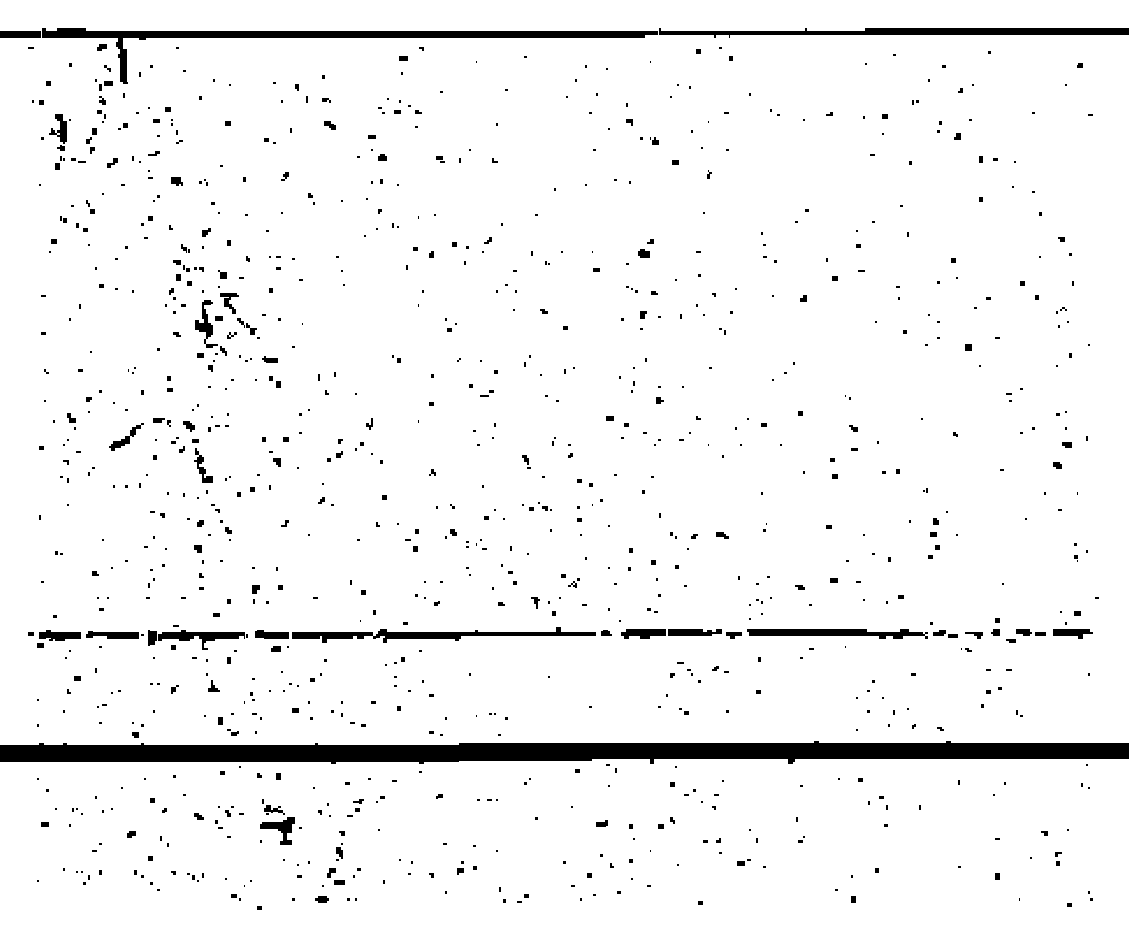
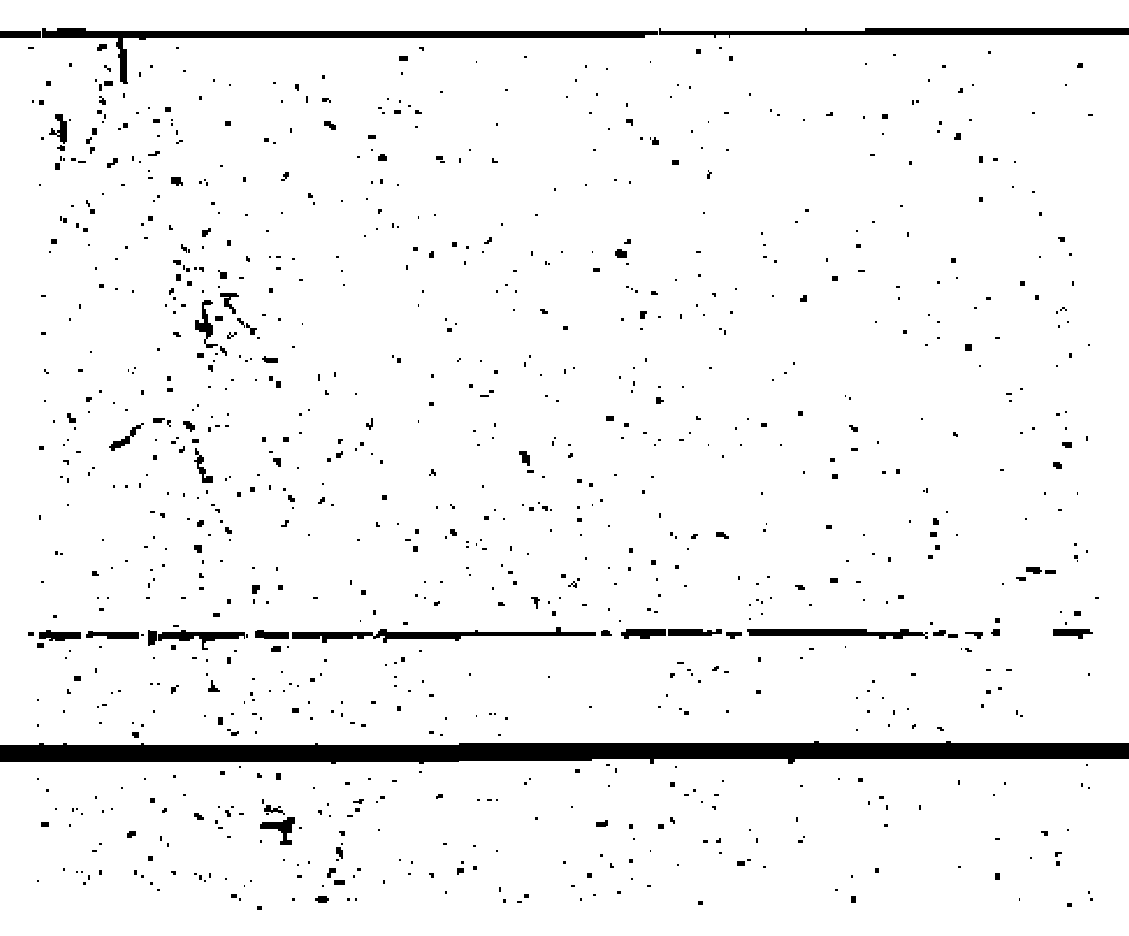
part at (645, 248) position: (645, 248) -> (622, 248)
part at (526, 461) size: 9x14 px -> 15x22 px
part at (288, 498): none -> present
part at (1025, 635) position: (1025, 635) -> (1035, 573)
part at (195, 877) position: (195, 877) -> (202, 877)
